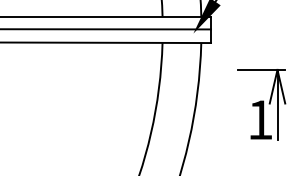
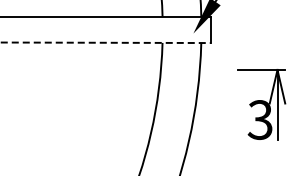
line at (106, 29): present -> none
line at (106, 42): solid -> dashed
text at (259, 119): 1 -> 3
